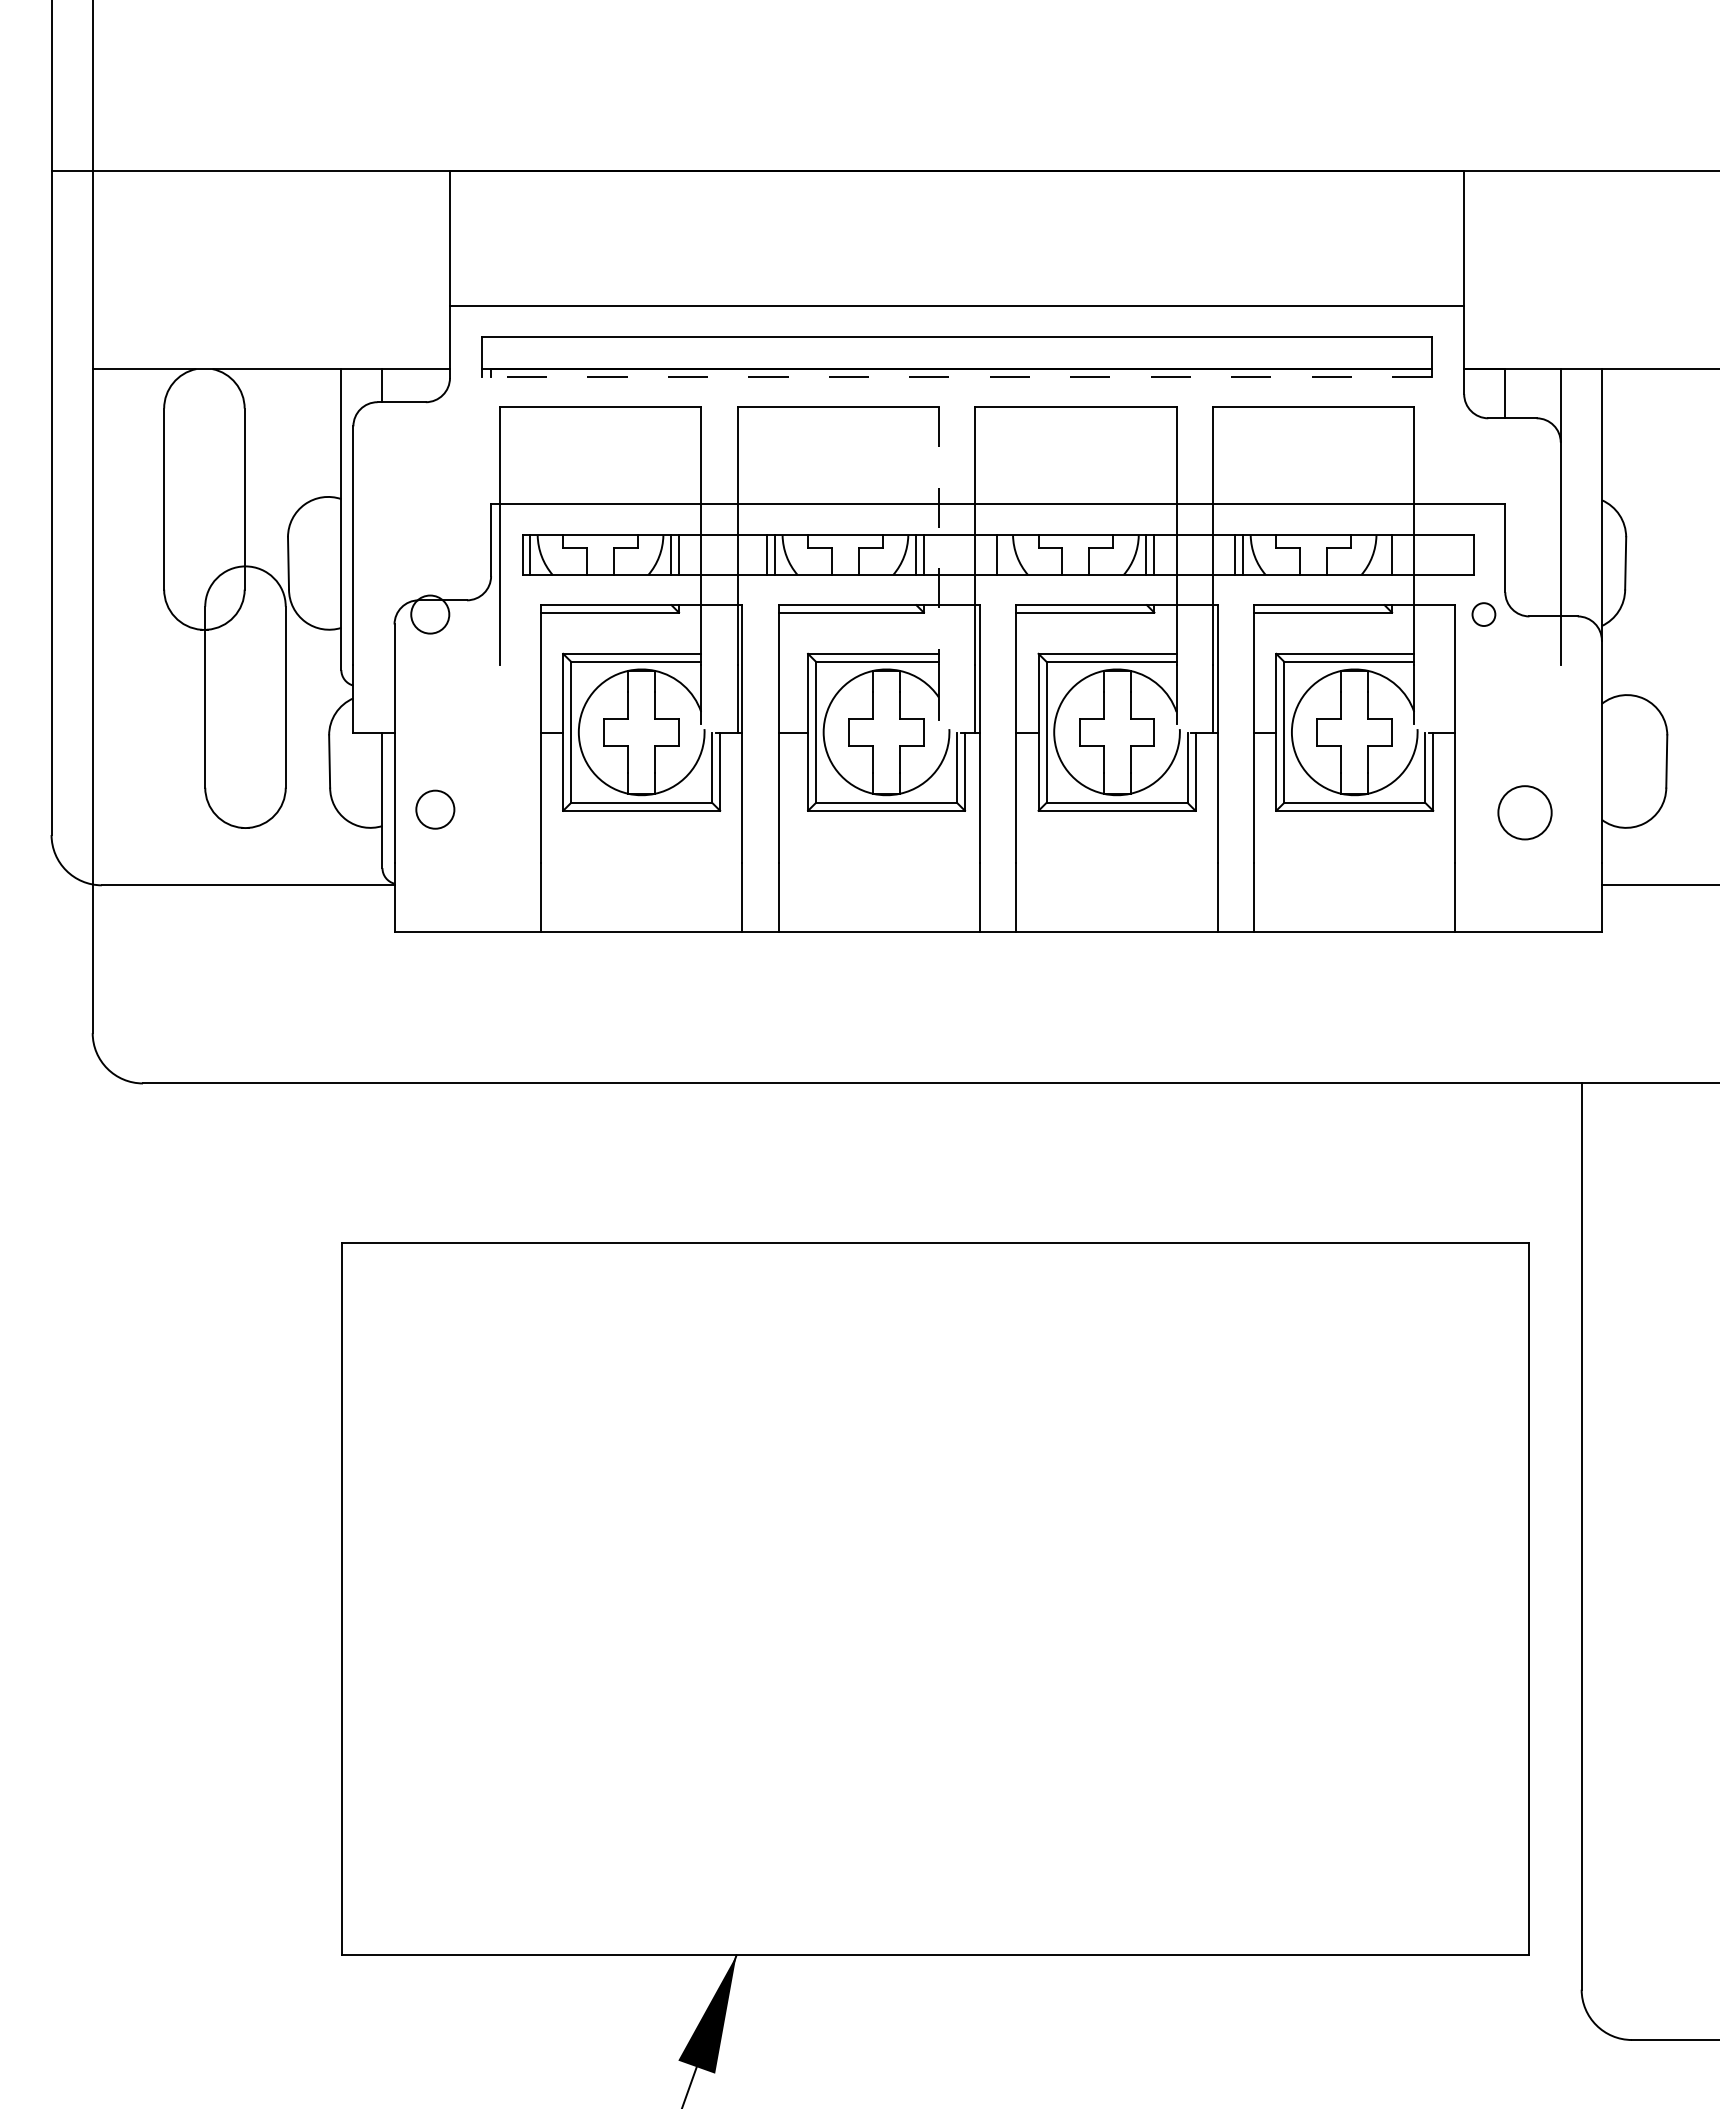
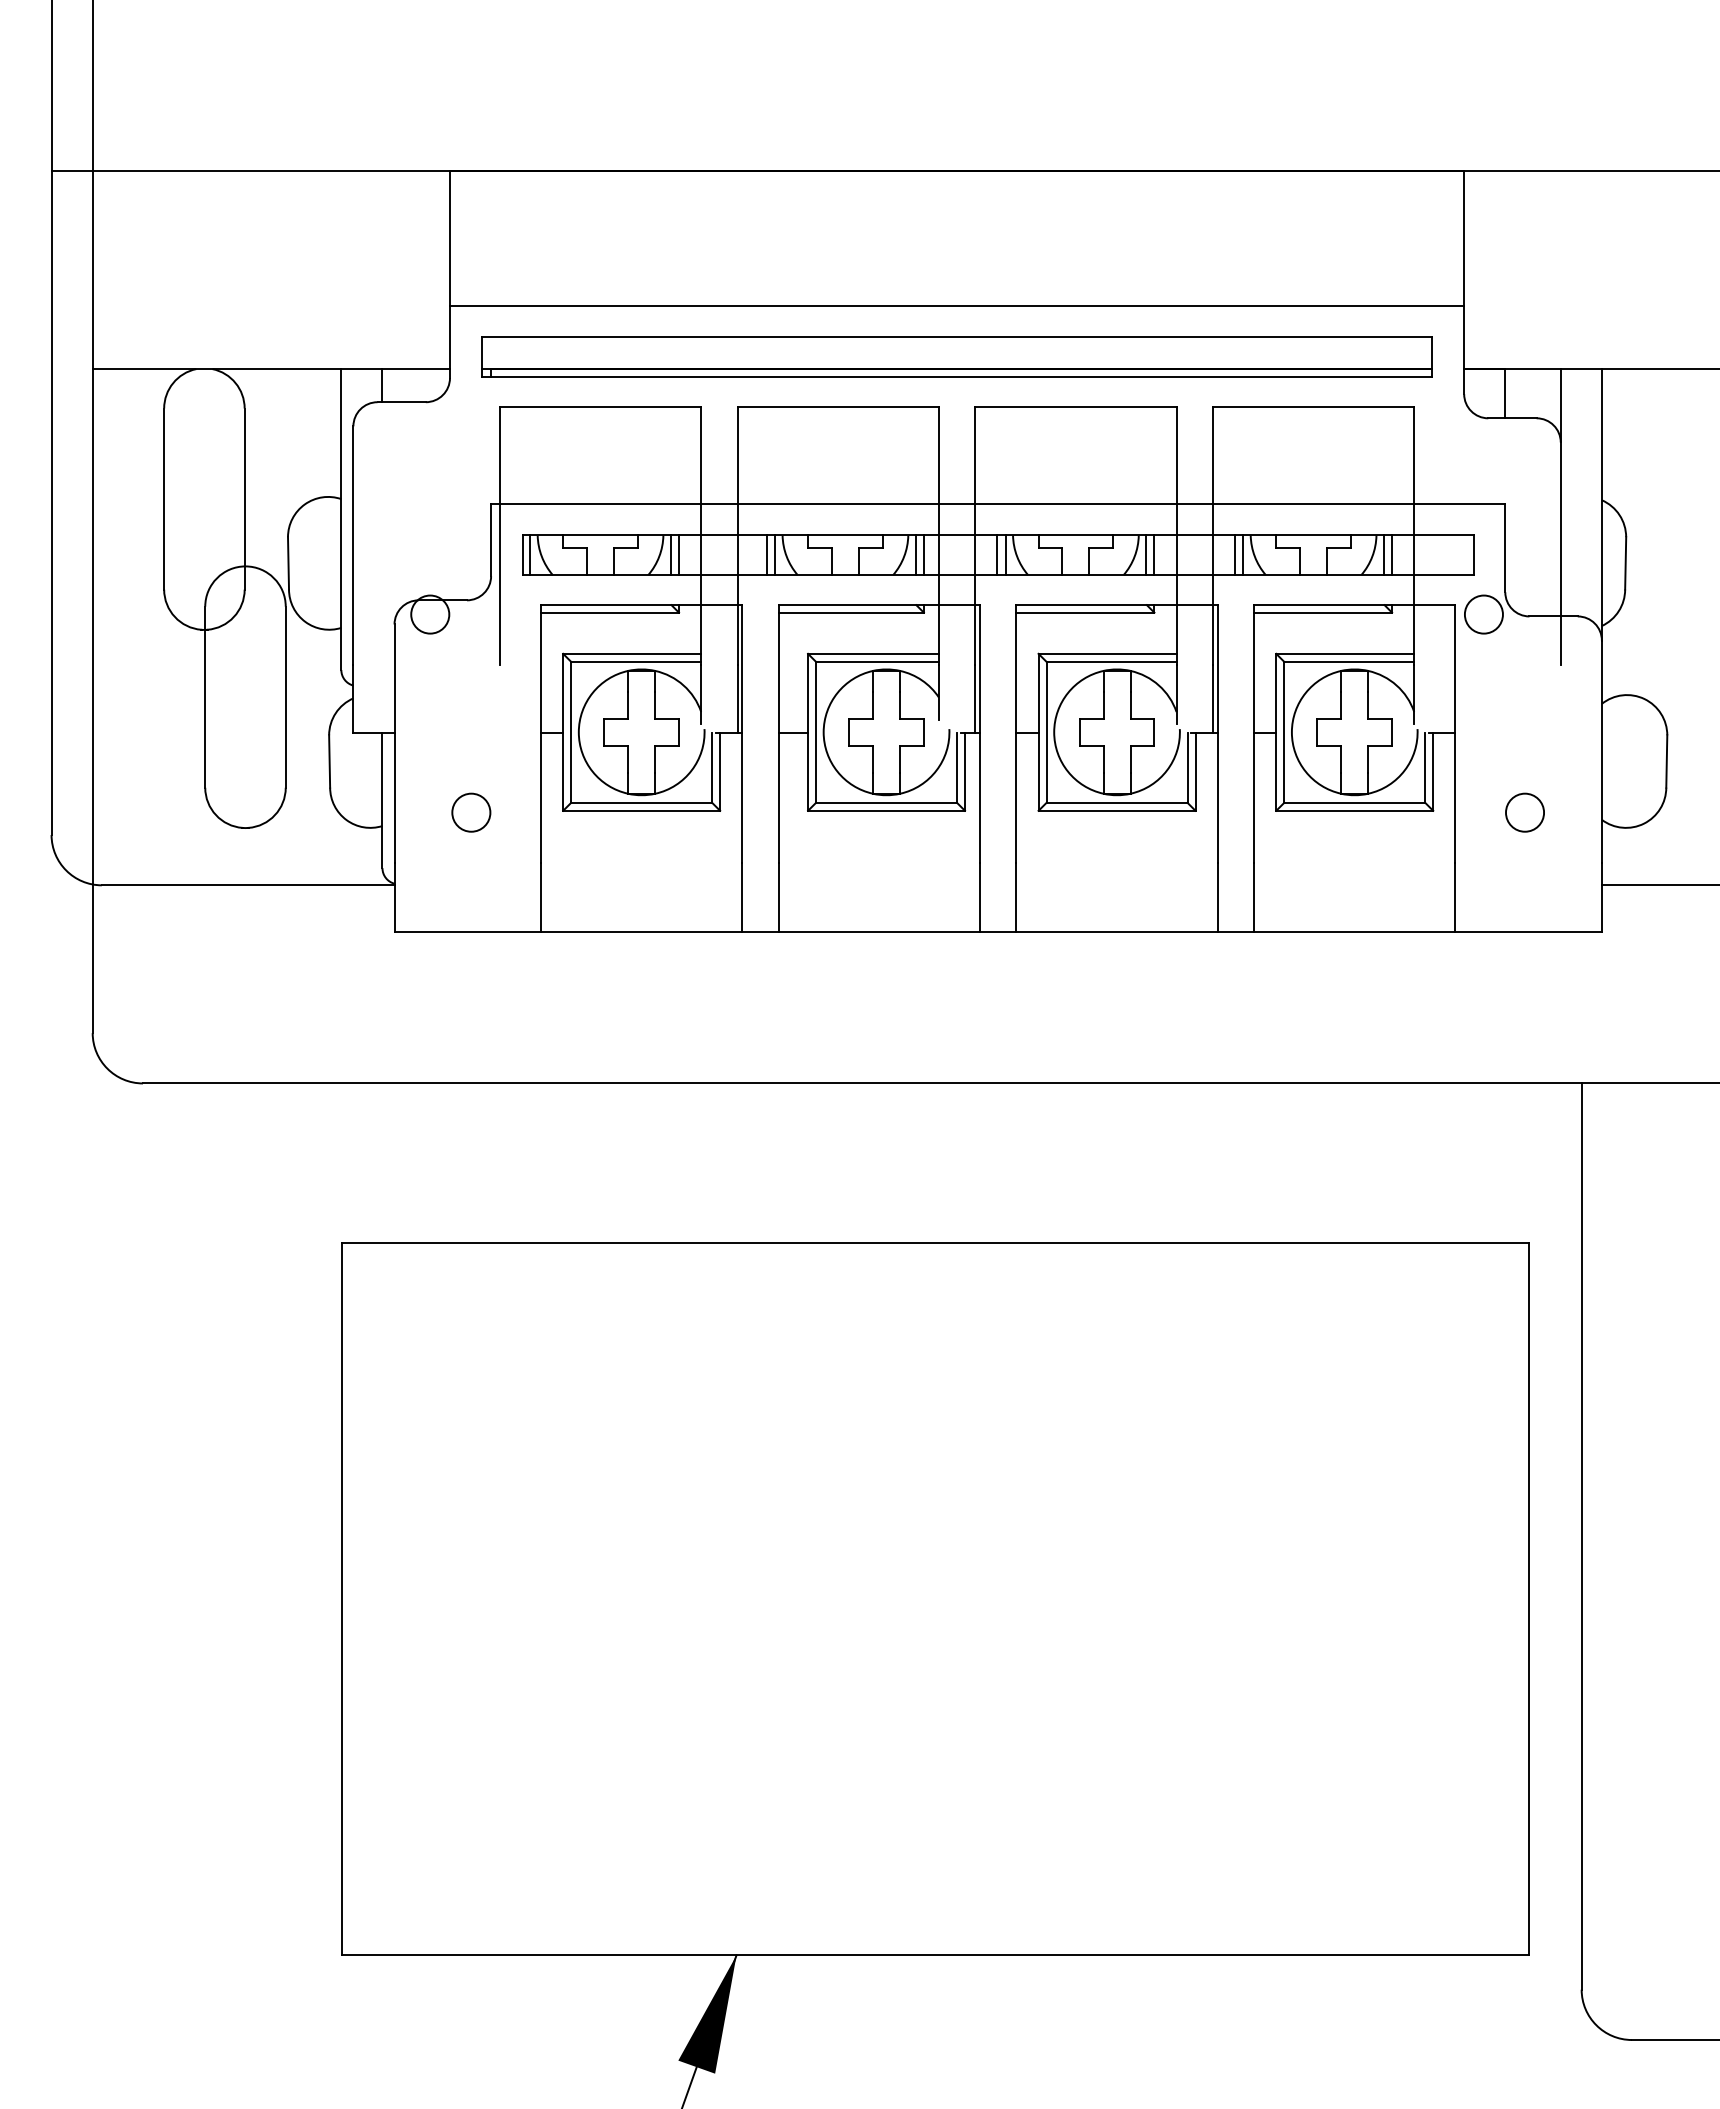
line at (956, 376): dashed -> solid
line at (938, 536): dashed -> solid
line at (1005, 555): none -> present
line at (1384, 555): none -> present
circle at (1483, 614) diameter: 23 px -> 38 px
circle at (435, 809) position: (435, 809) -> (471, 812)
circle at (1524, 812) size: 56x56 px -> 40x41 px
